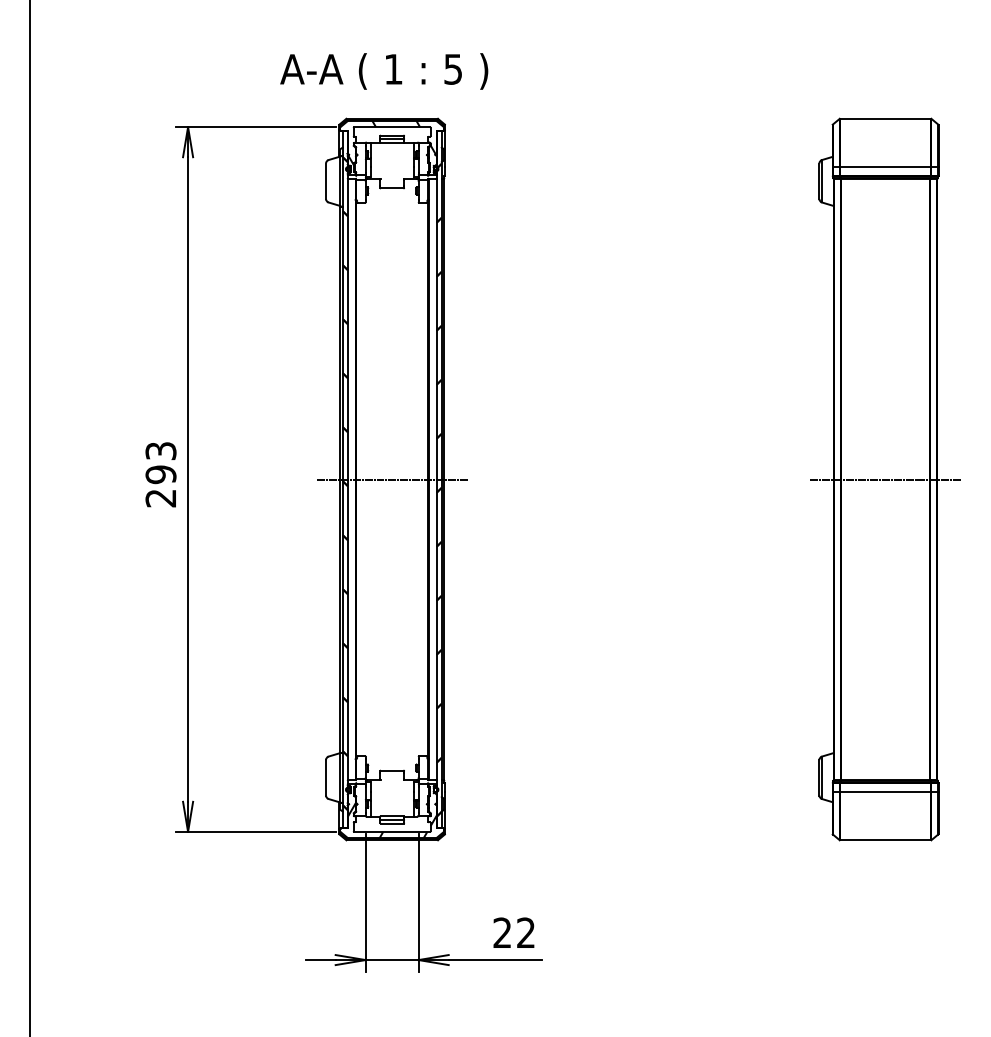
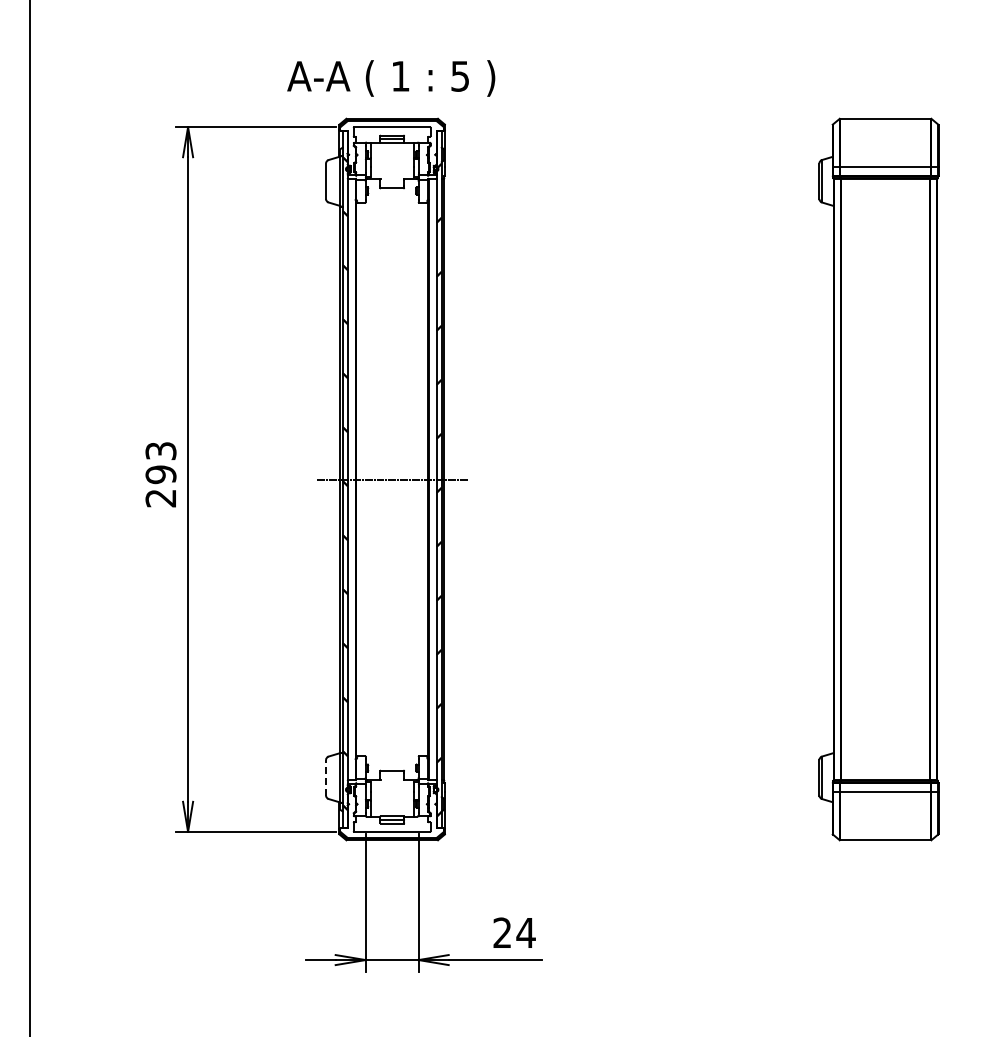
text at (384, 71) position: (384, 71) -> (391, 78)
hatch at (391, 143): present -> none
line at (885, 479): present -> none
line at (326, 777): solid -> dashed
hatch at (388, 820): present -> none
text at (525, 932): 22 -> 24
